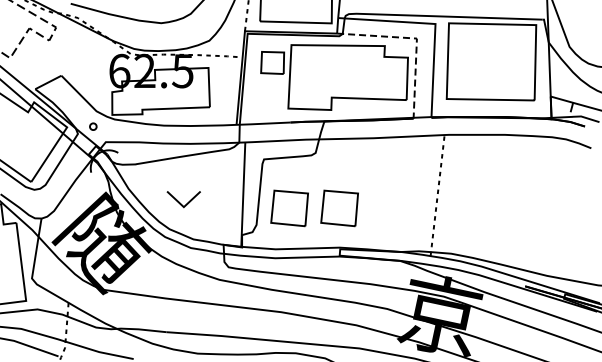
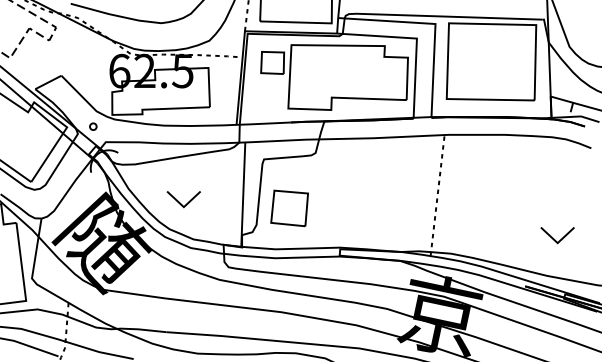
line at (416, 39): dashed -> solid
part at (339, 208): present -> none
part at (557, 235): none -> present
